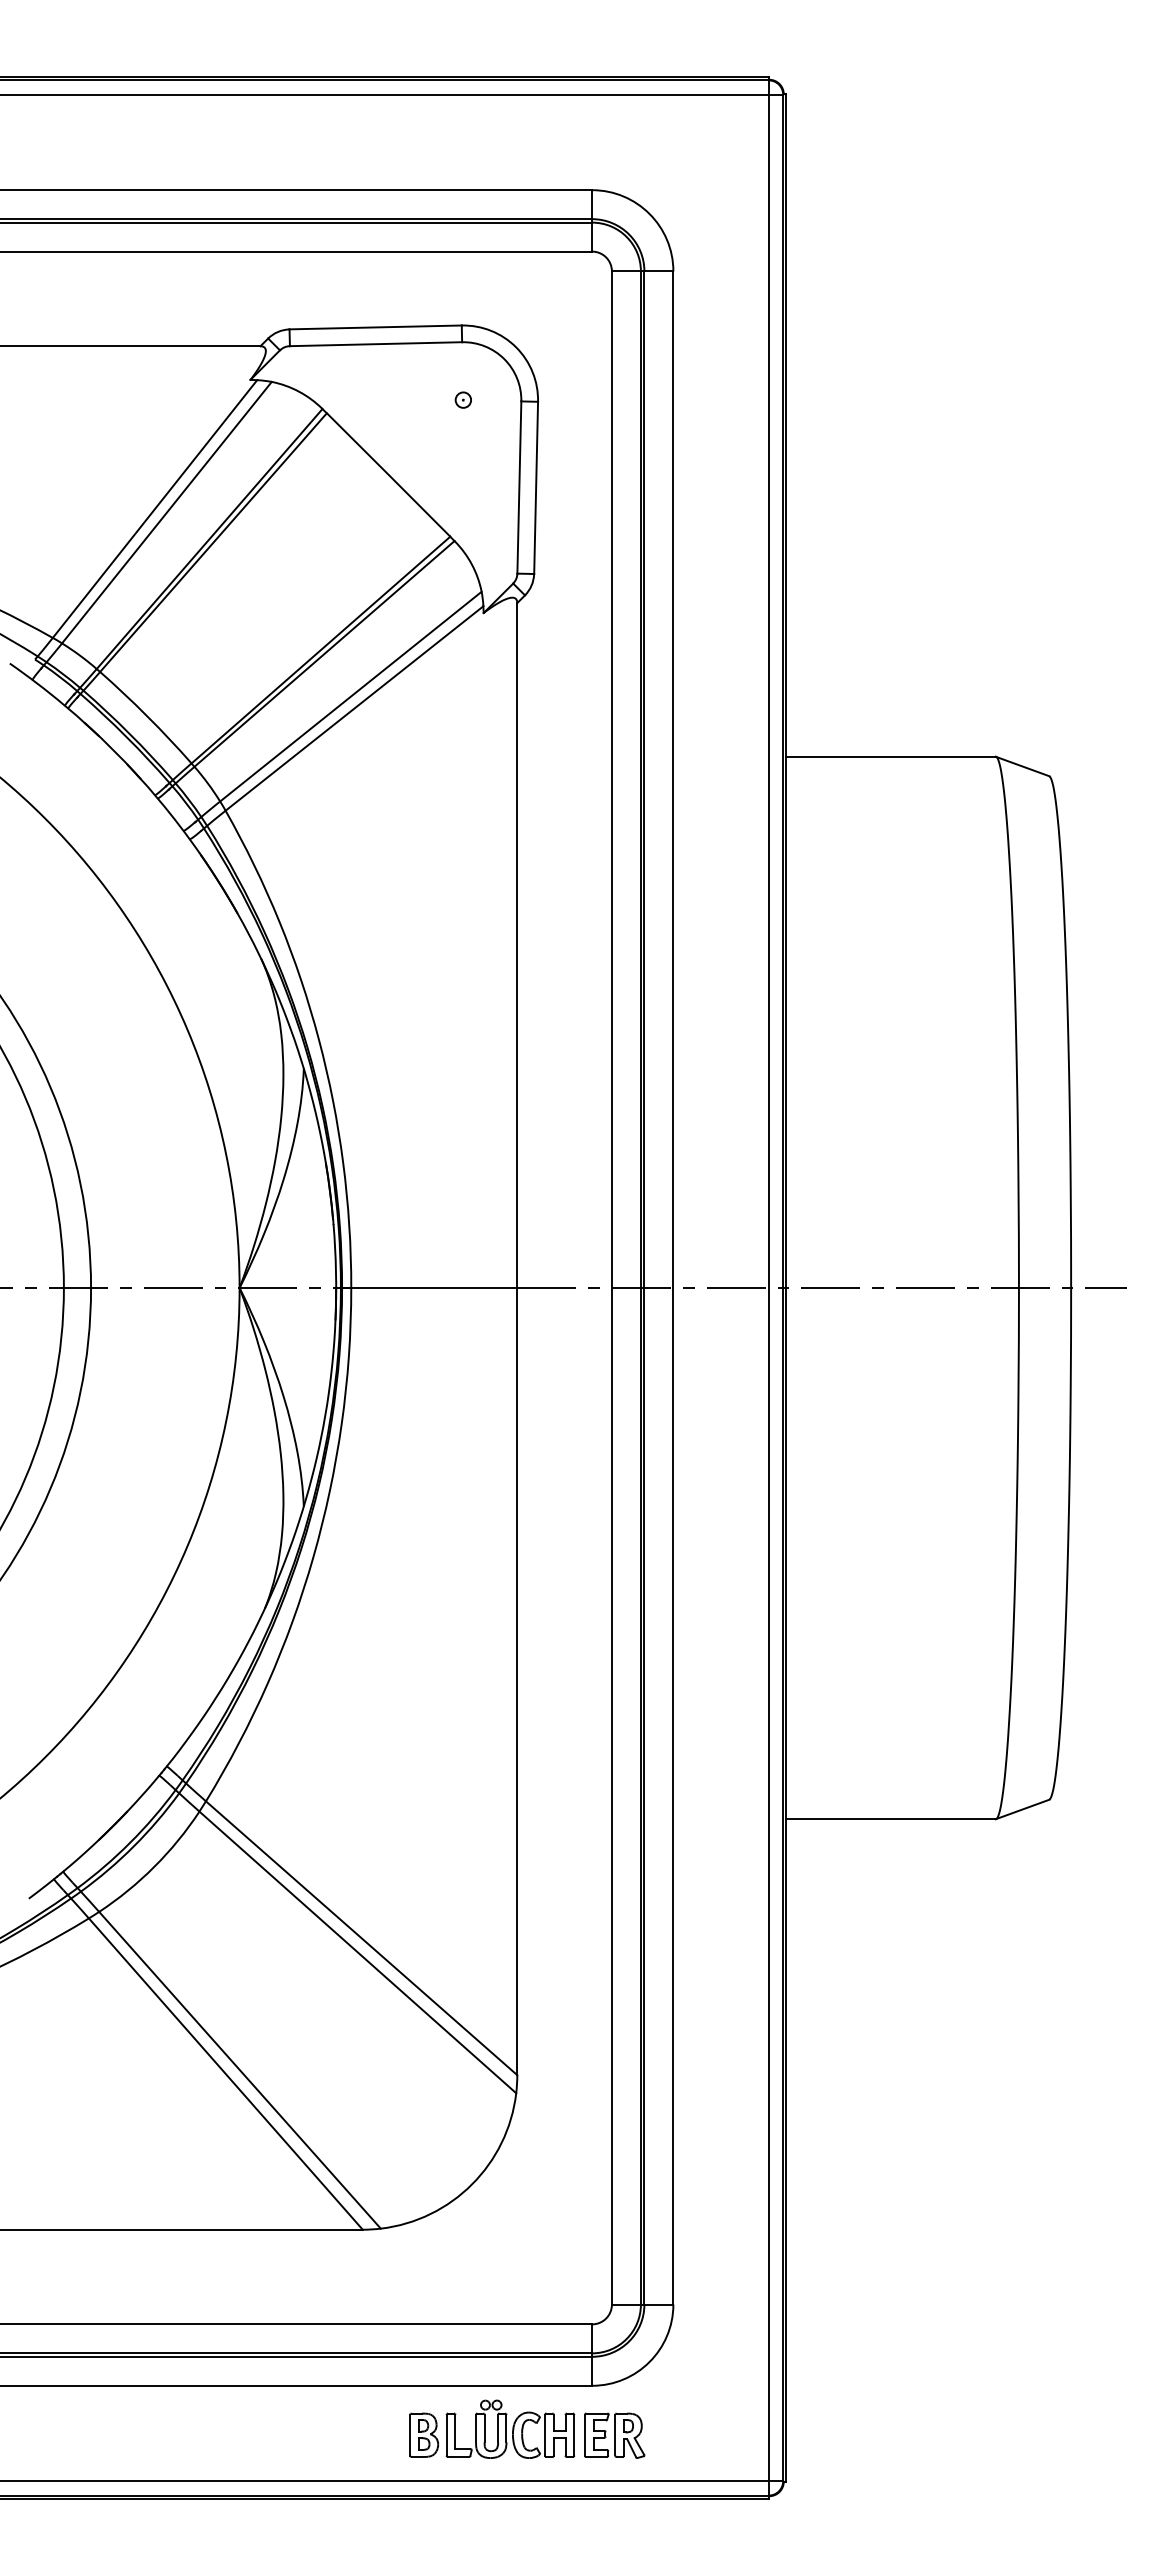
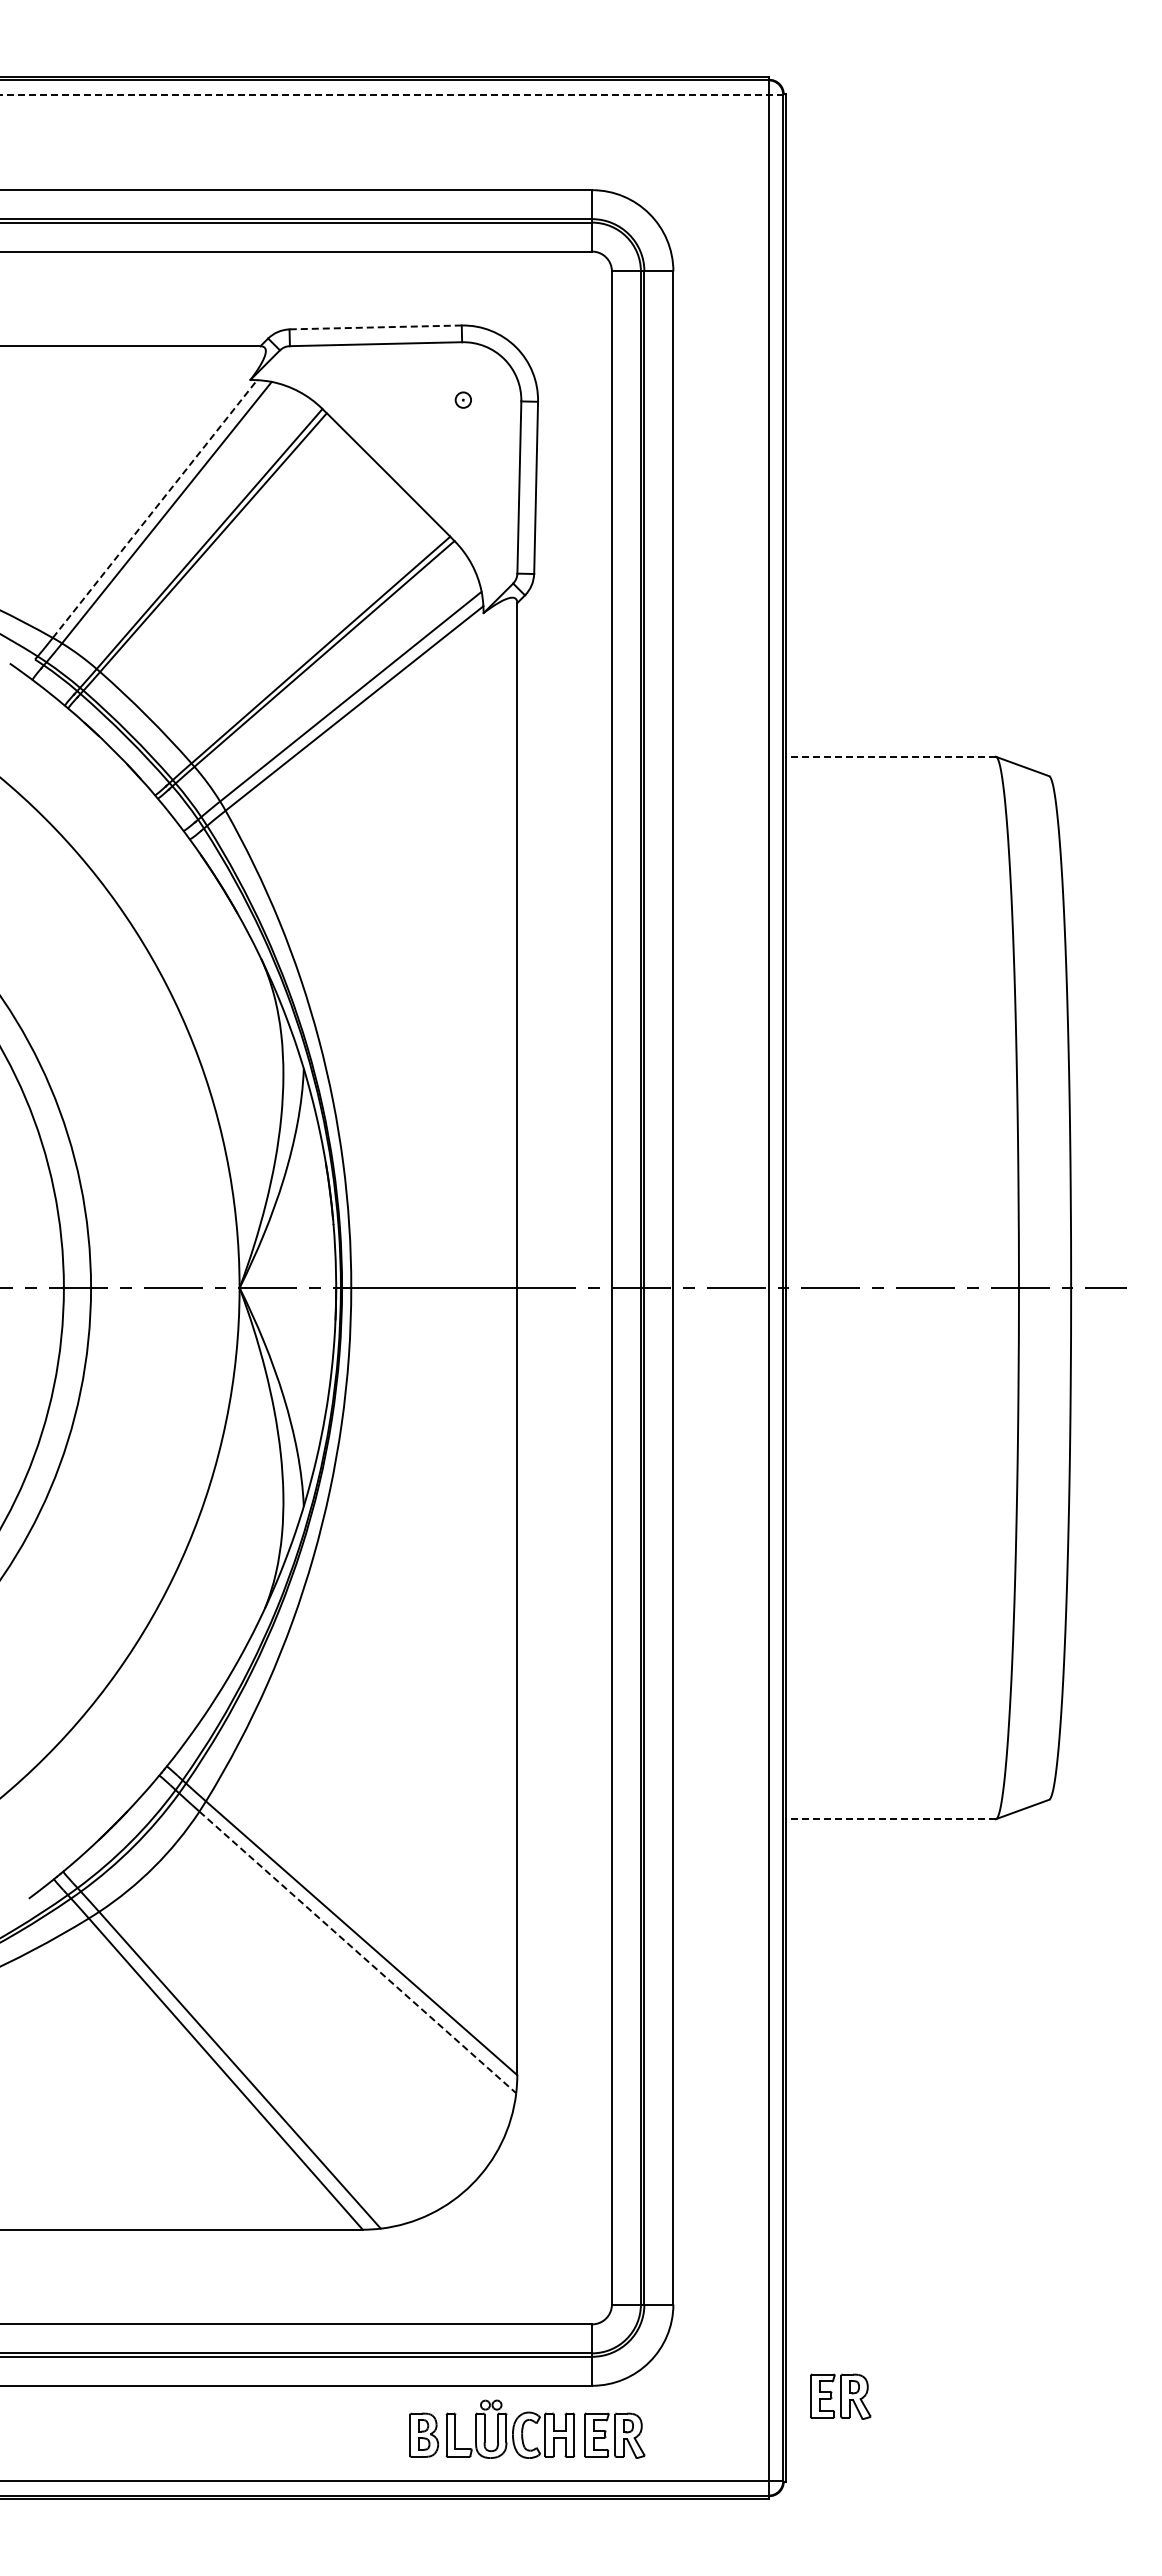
line at (392, 94): solid -> dashed
line at (375, 327): solid -> dashed
line at (155, 508): solid -> dashed
line at (891, 756): solid -> dashed
line at (891, 1819): solid -> dashed
line at (357, 1952): solid -> dashed
part at (840, 2396): none -> present
